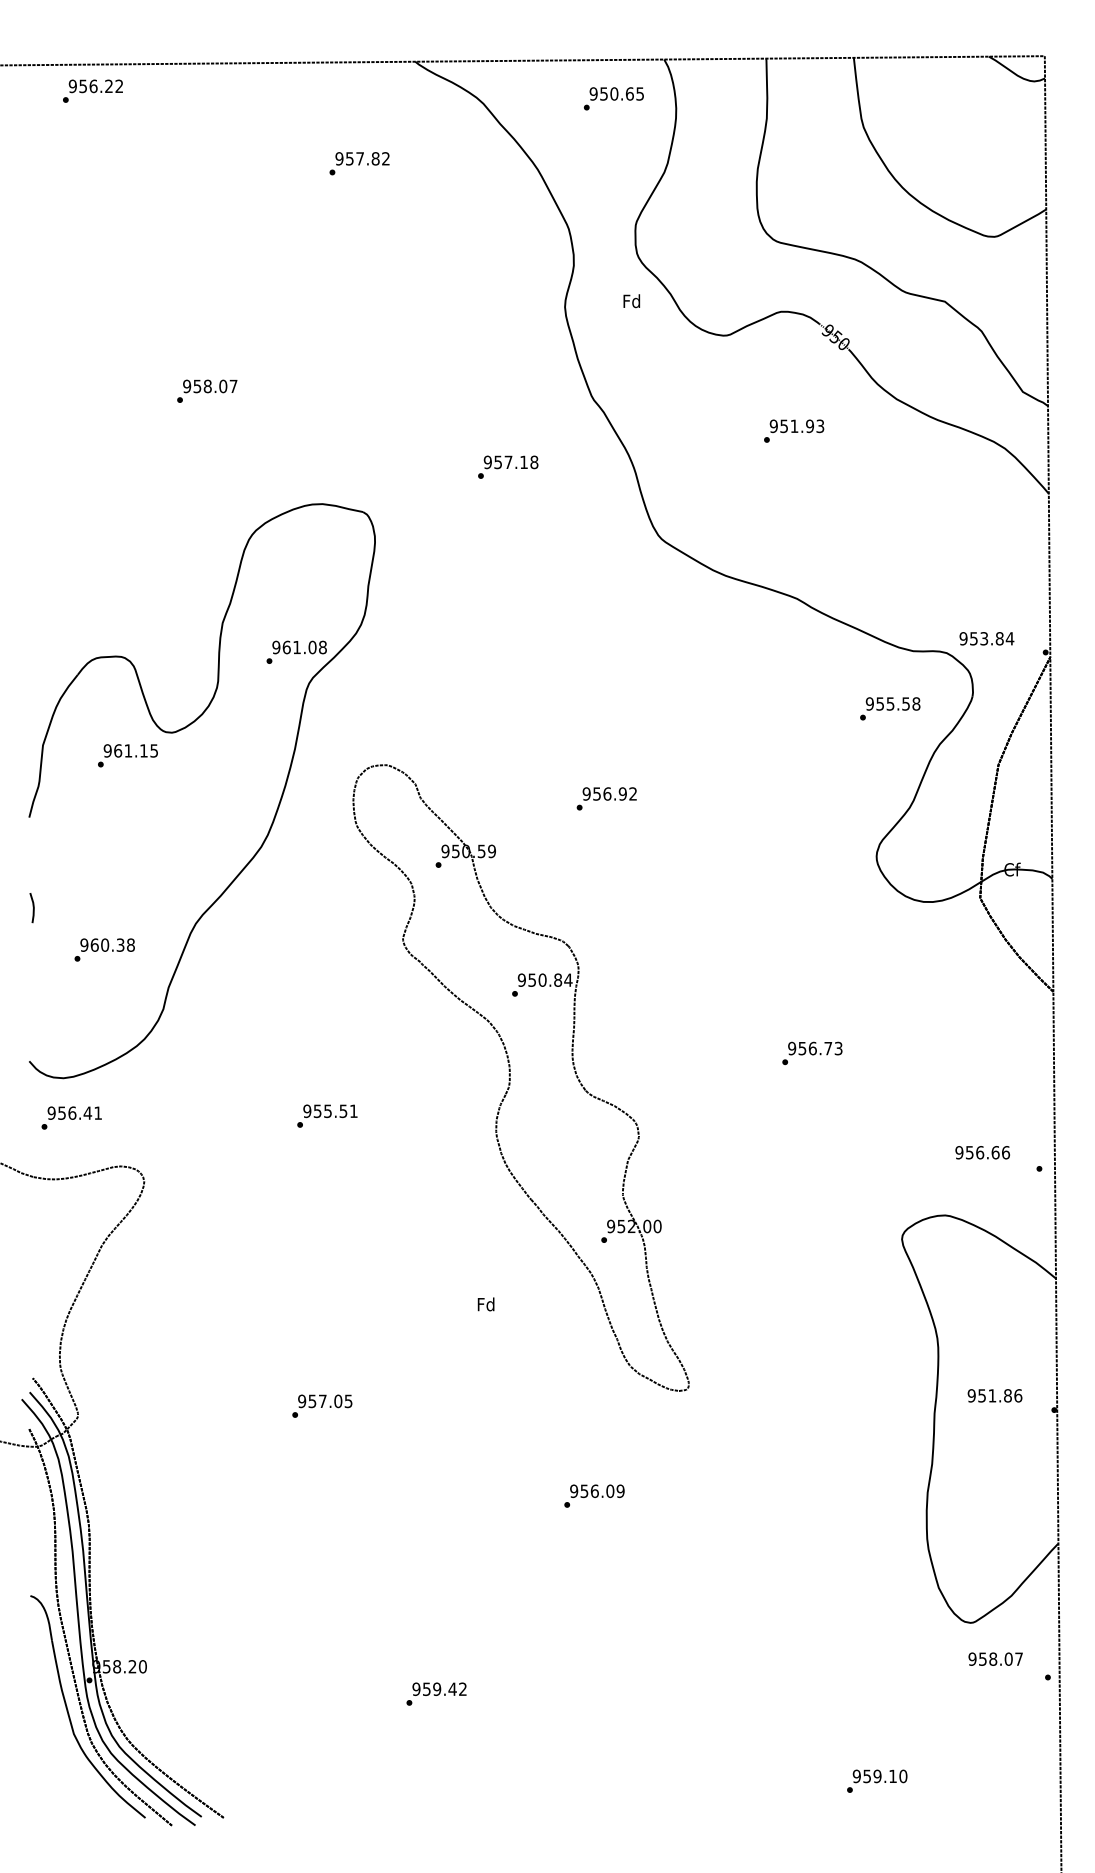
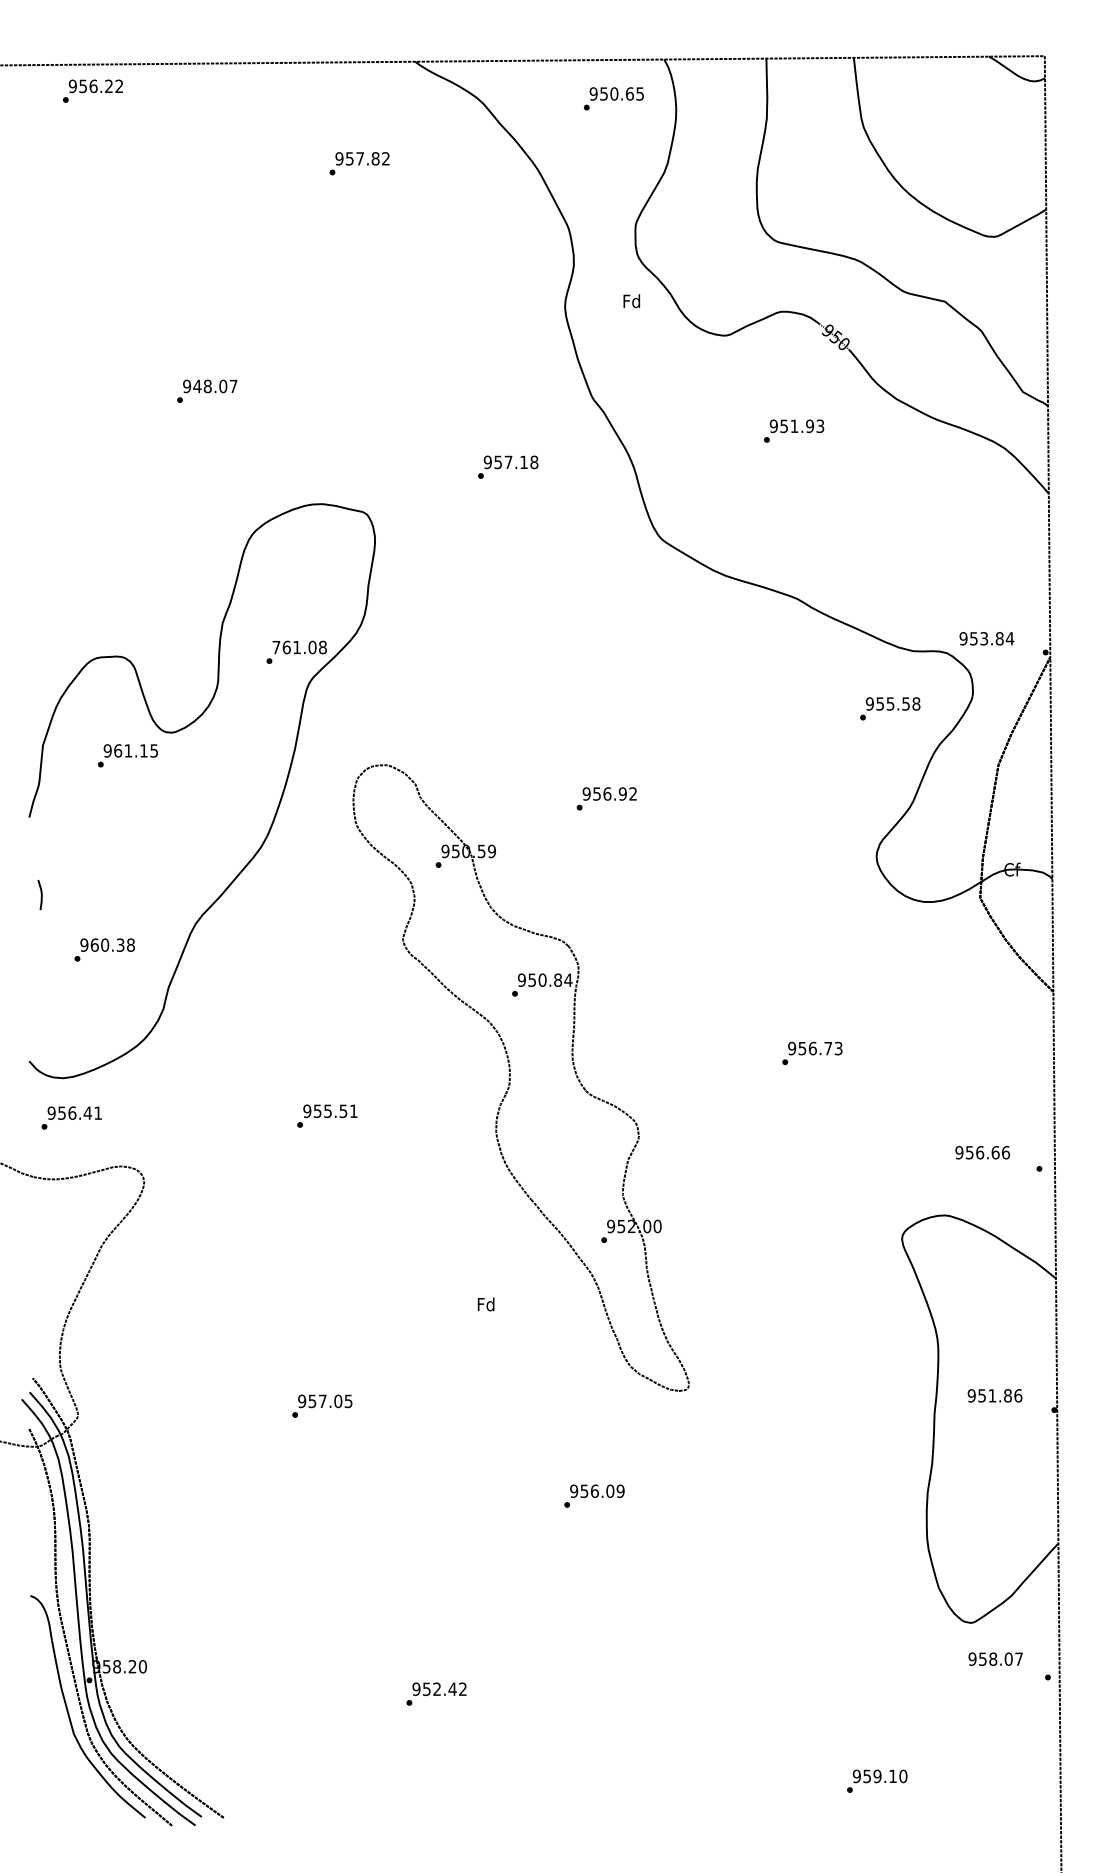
text at (197, 386): 958.07 -> 948.07
text at (276, 647): 961.08 -> 761.08
line at (32, 909) position: (32, 909) -> (40, 896)
text at (437, 1688): 959.42 -> 952.42
